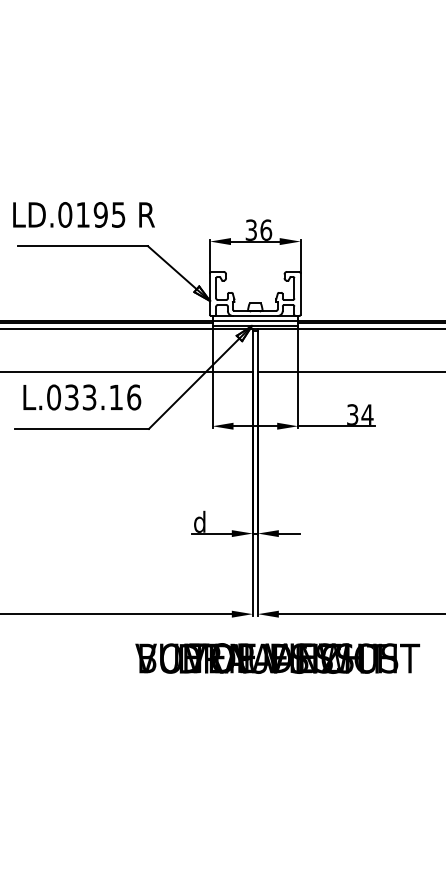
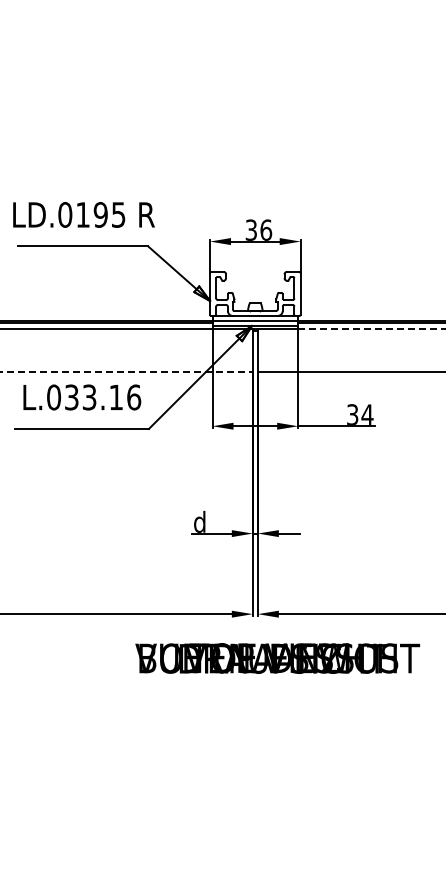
line at (372, 328): solid -> dashed
line at (126, 372): solid -> dashed
